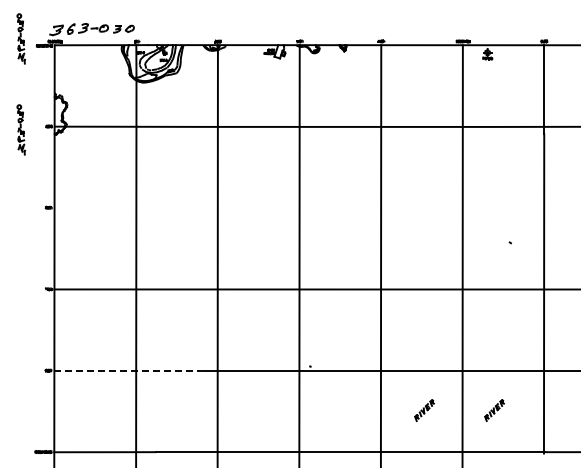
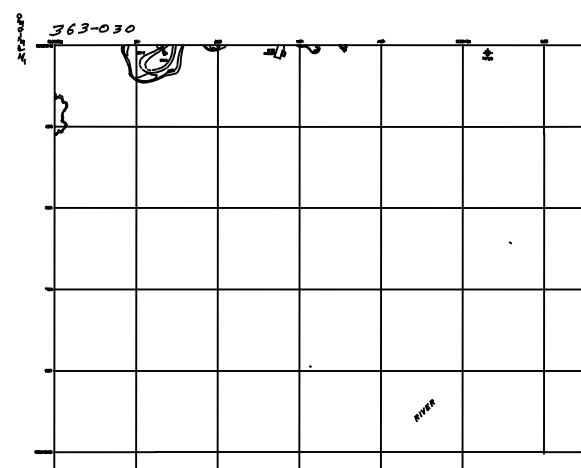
part at (21, 129): present -> none
line at (315, 207): none -> present
line at (127, 370): dashed -> solid
part at (494, 410): present -> none
